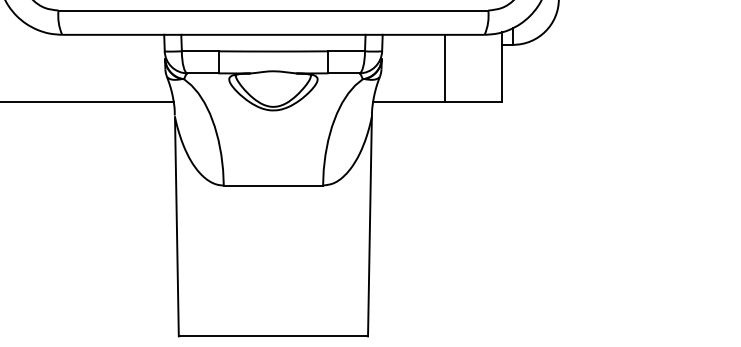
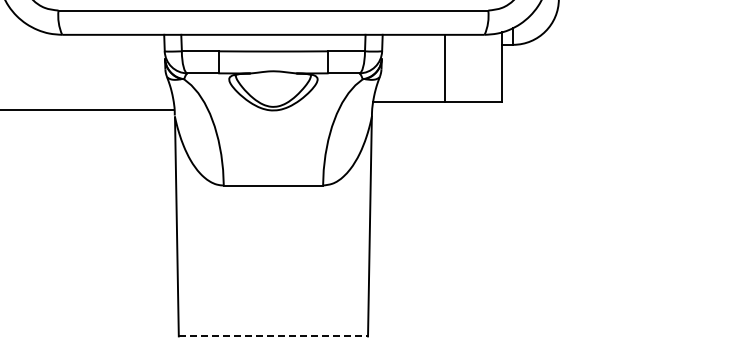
line at (87, 101) position: (87, 101) -> (87, 109)
line at (273, 336): solid -> dashed
